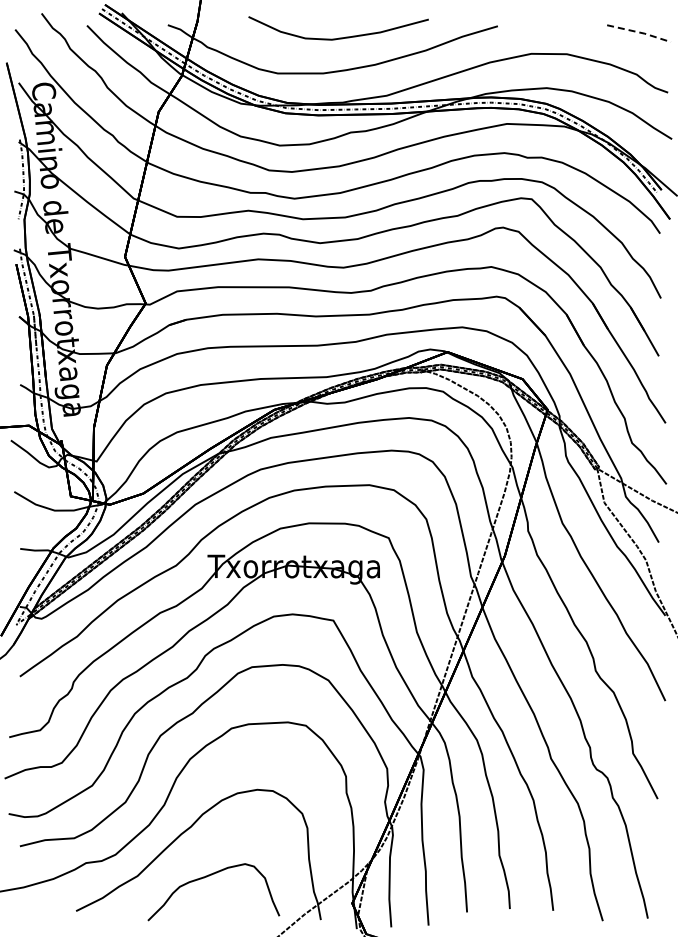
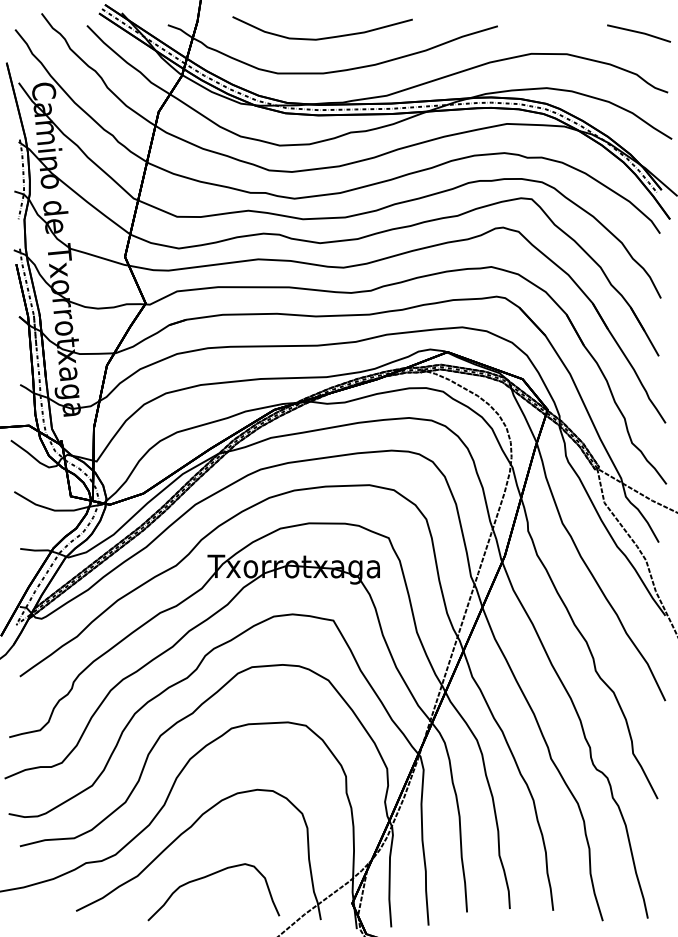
line at (640, 32): dashed -> solid
curve at (338, 37) position: (338, 37) -> (322, 37)
